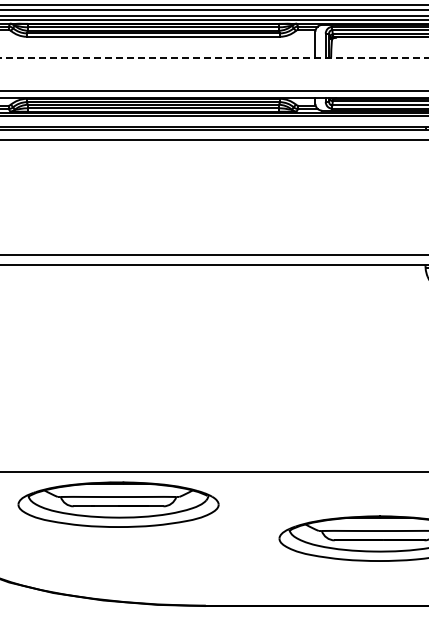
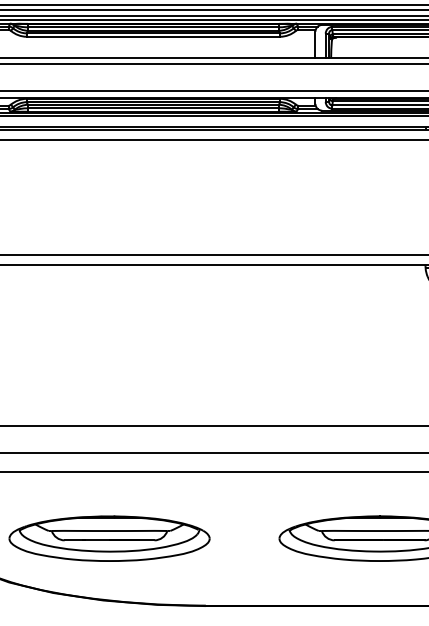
line at (214, 57): dashed -> solid
line at (213, 64): none -> present
line at (213, 425): none -> present
line at (213, 452): none -> present
part at (118, 504) position: (118, 504) -> (109, 538)
